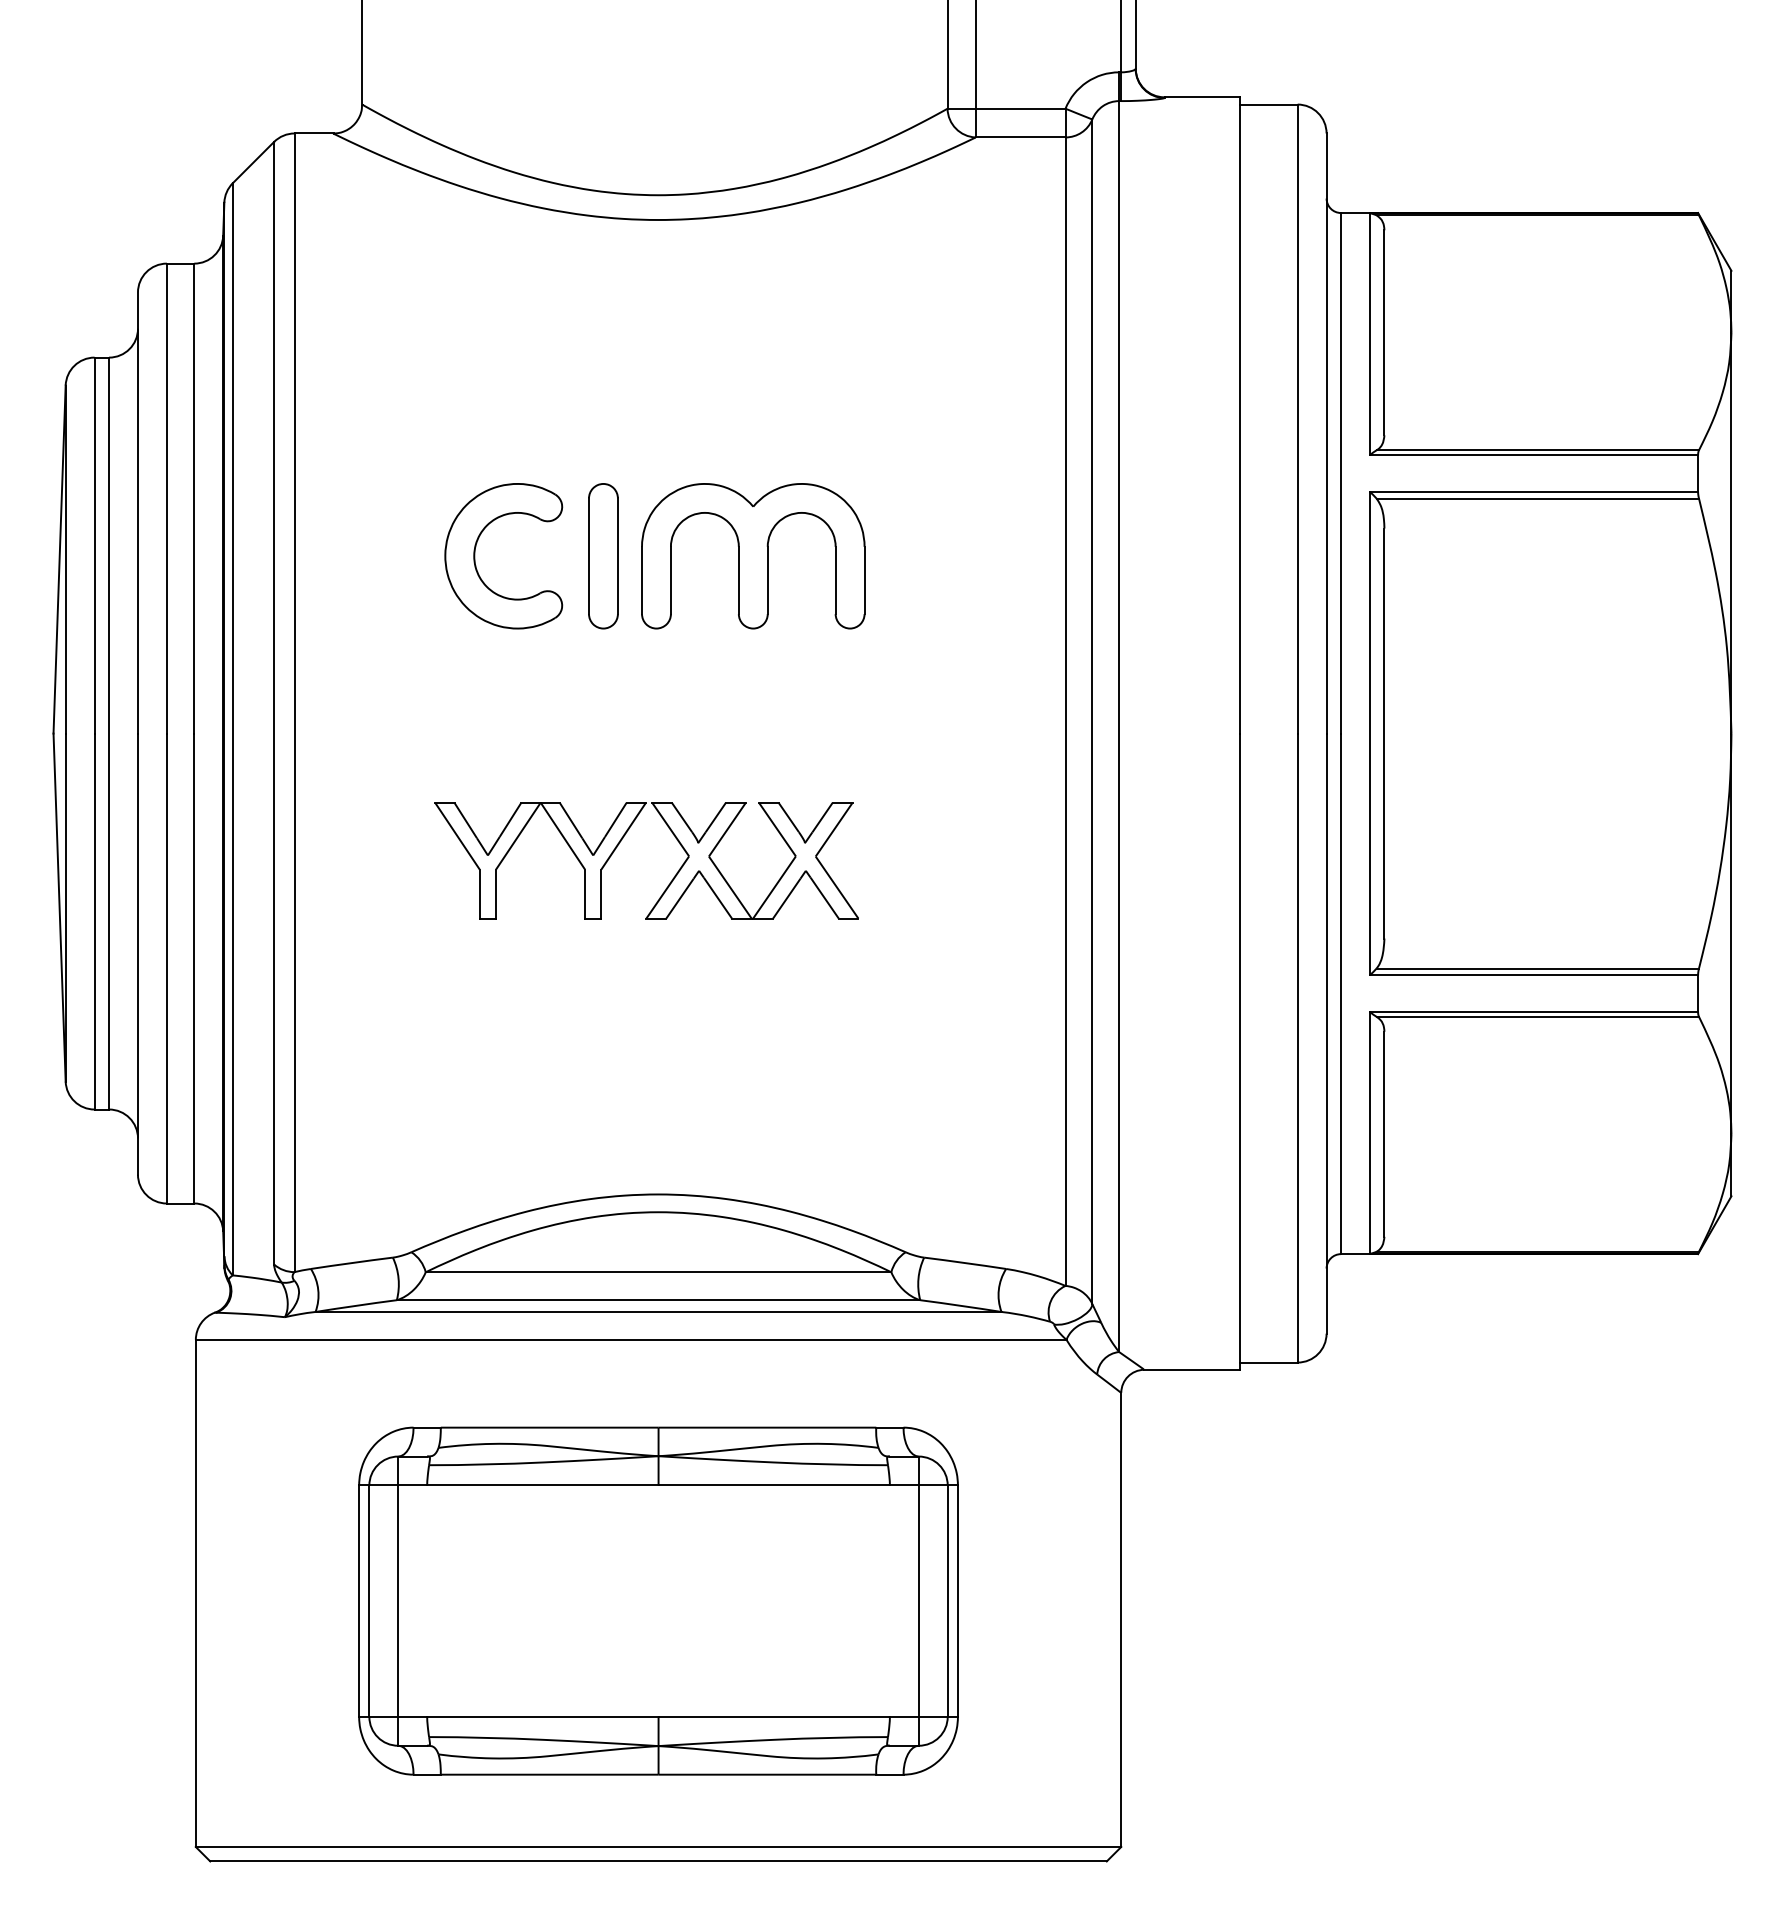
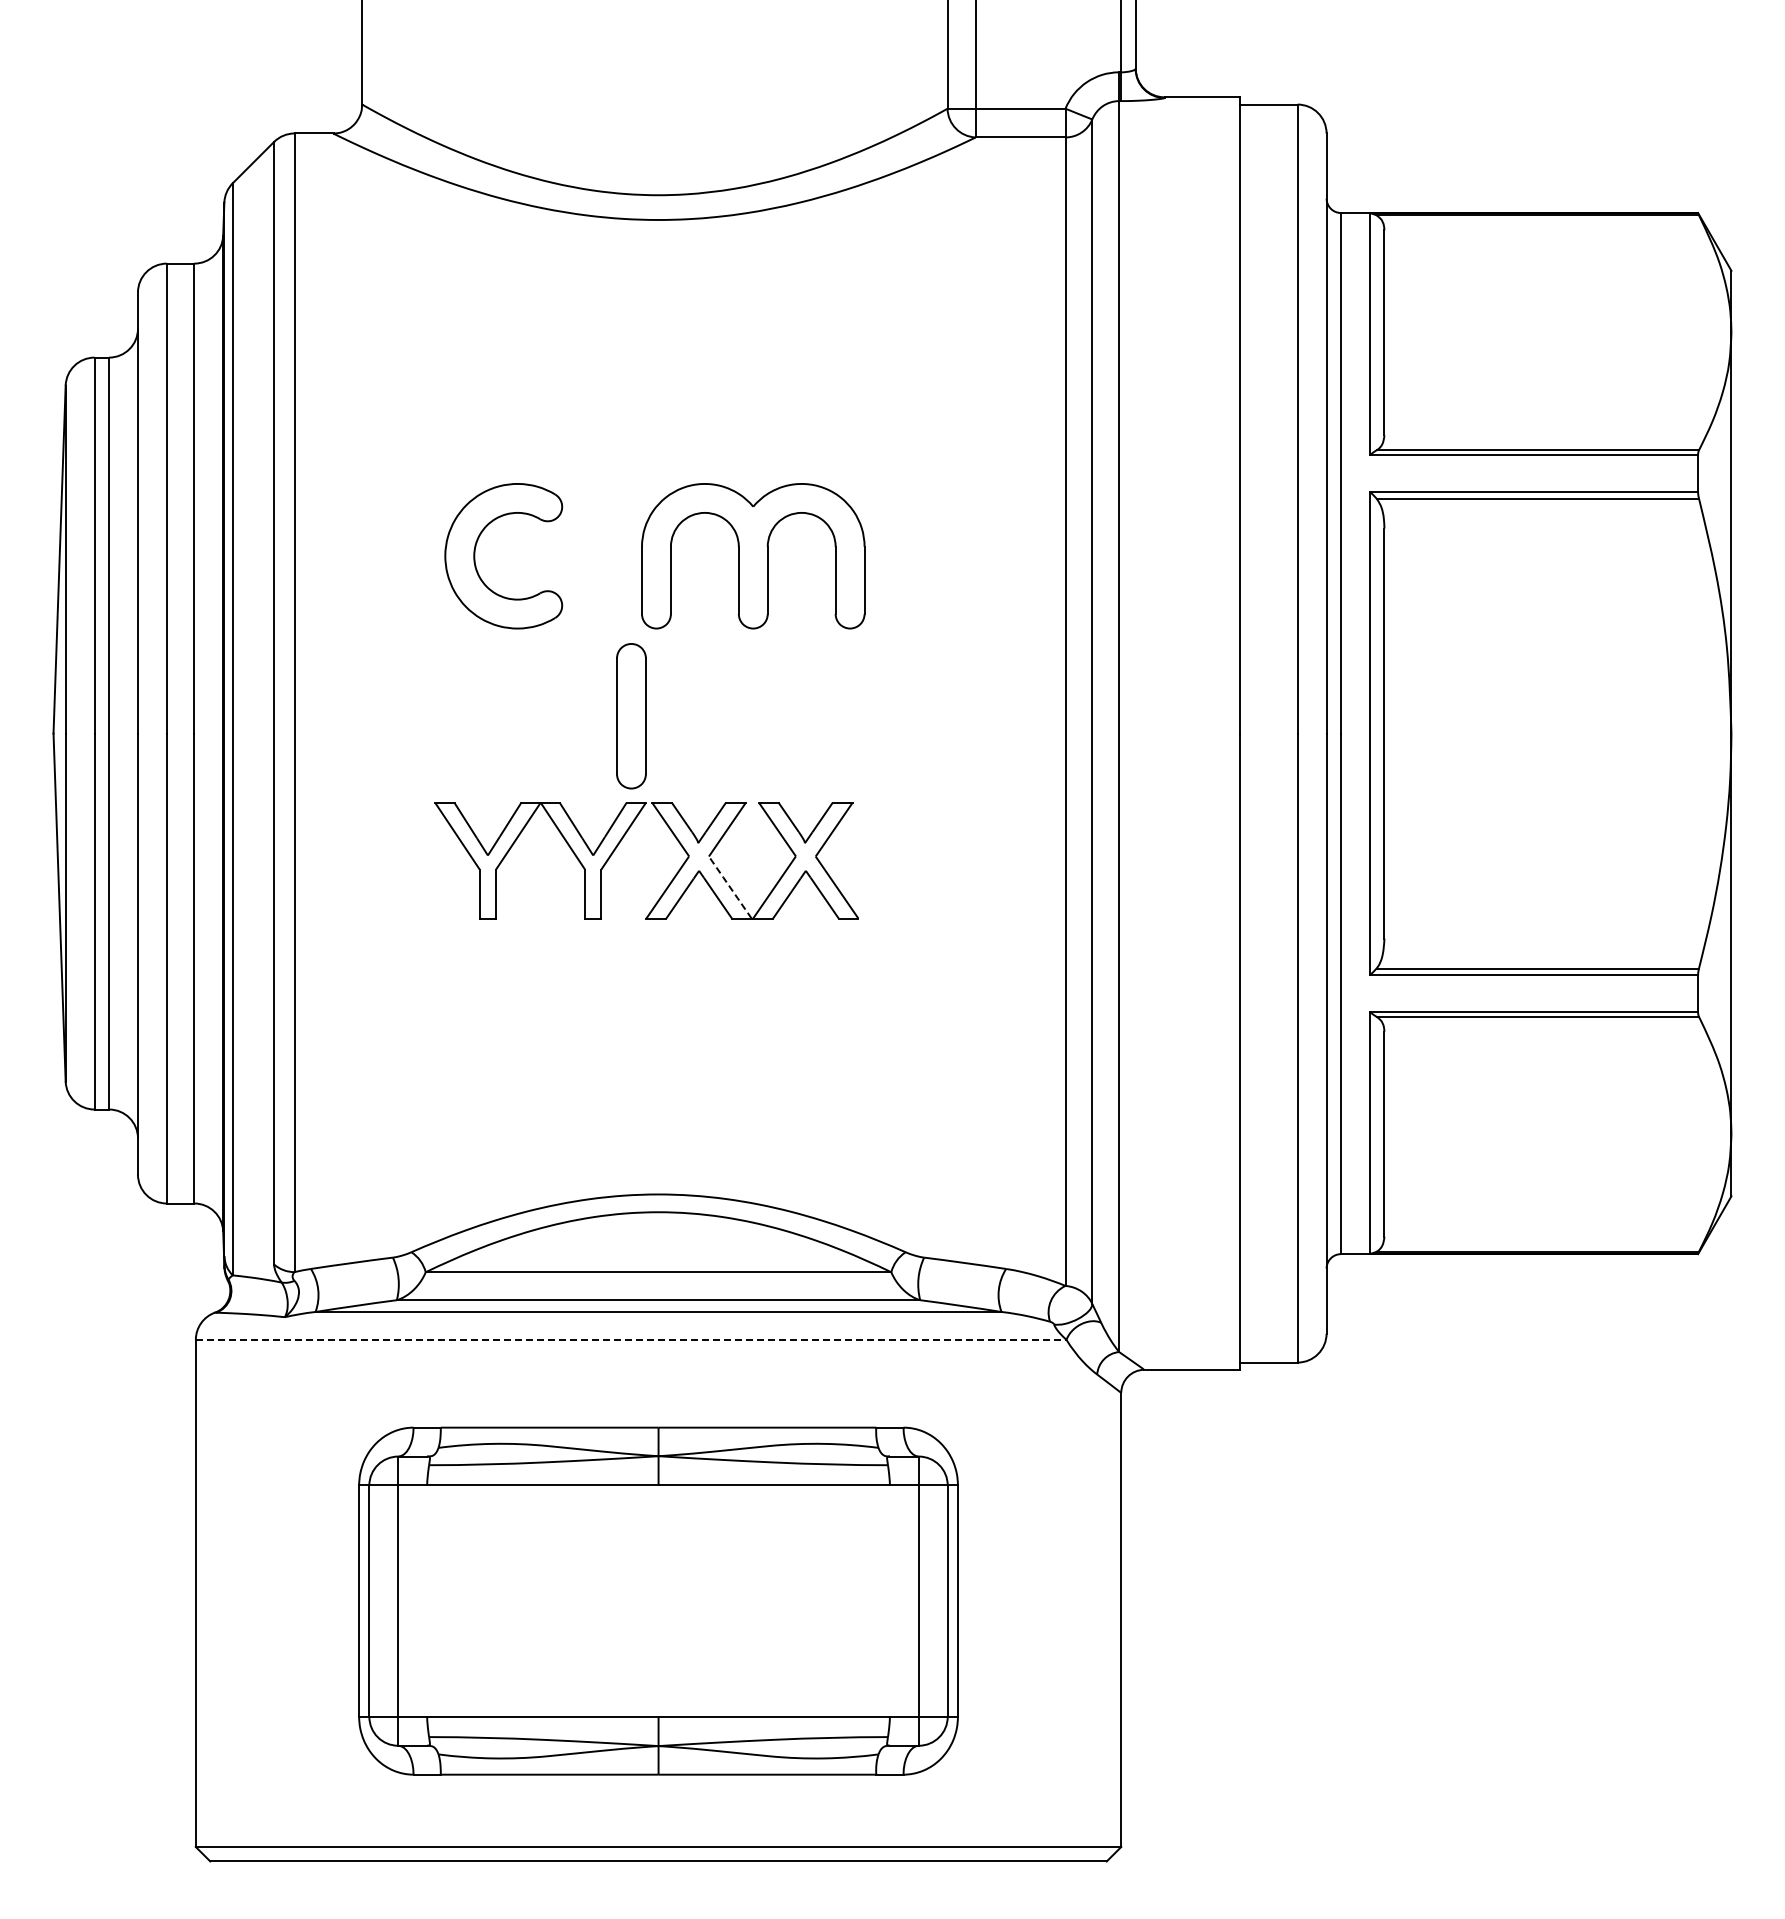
part at (603, 556) position: (603, 556) -> (631, 716)
line at (729, 886): solid -> dashed
line at (631, 1339): solid -> dashed
